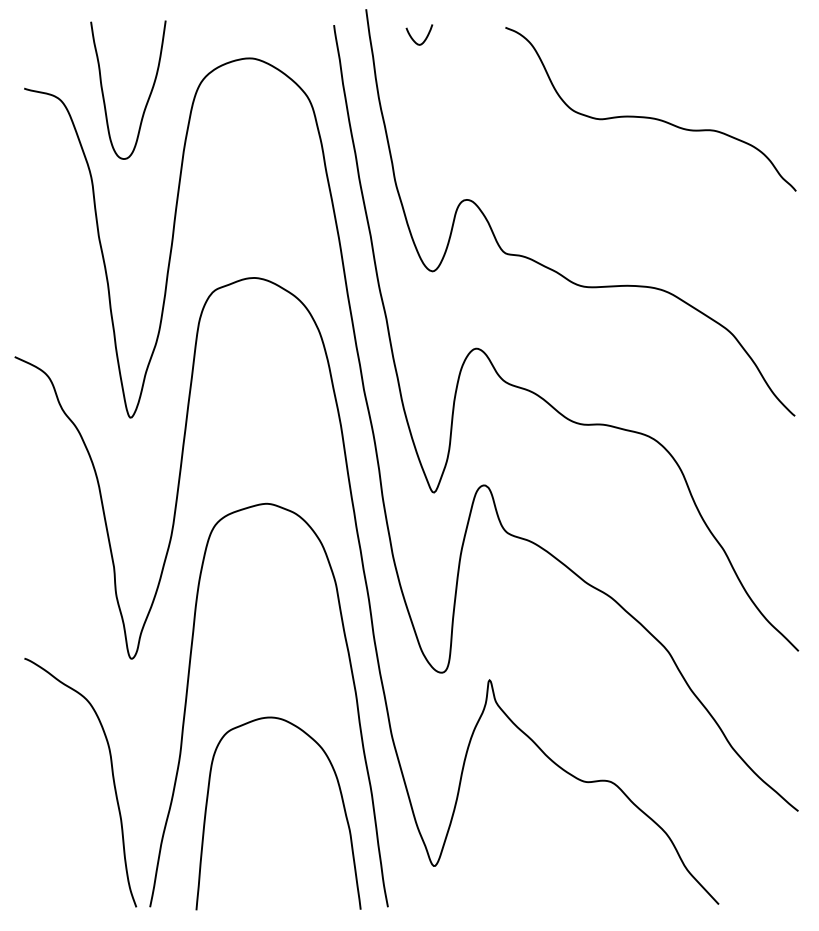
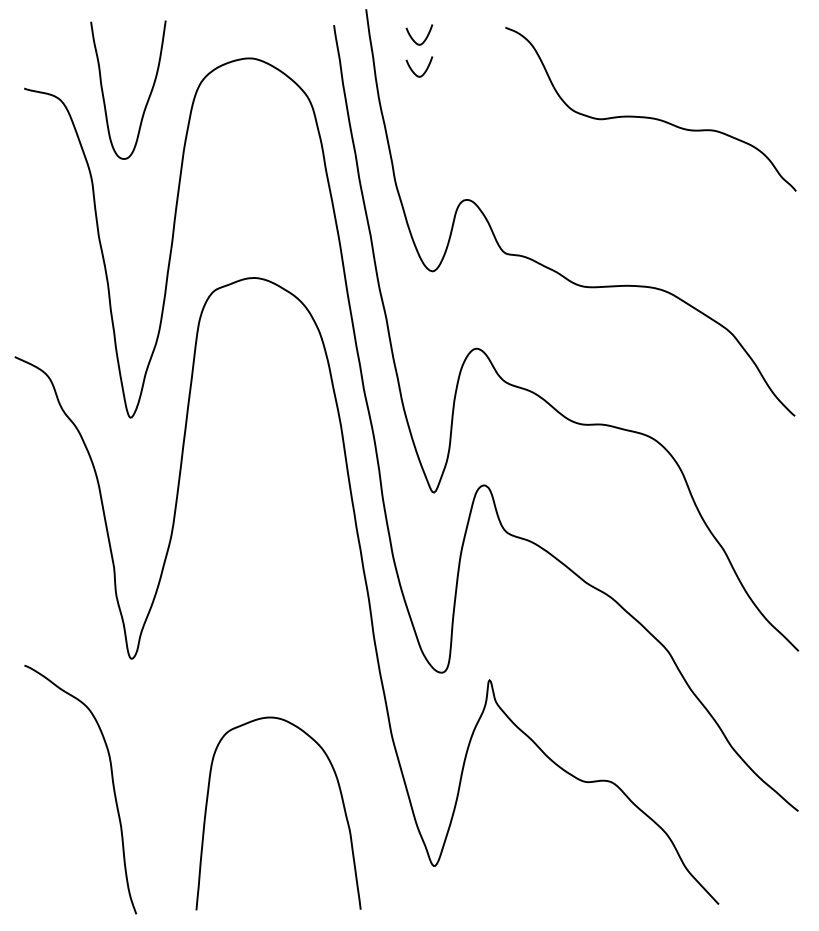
curve at (425, 69): none -> present
curve at (187, 698): present -> none
curve at (112, 779) position: (112, 779) -> (112, 786)
